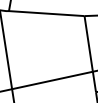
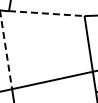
line at (46, 13): solid -> dashed
line at (6, 50): solid -> dashed
